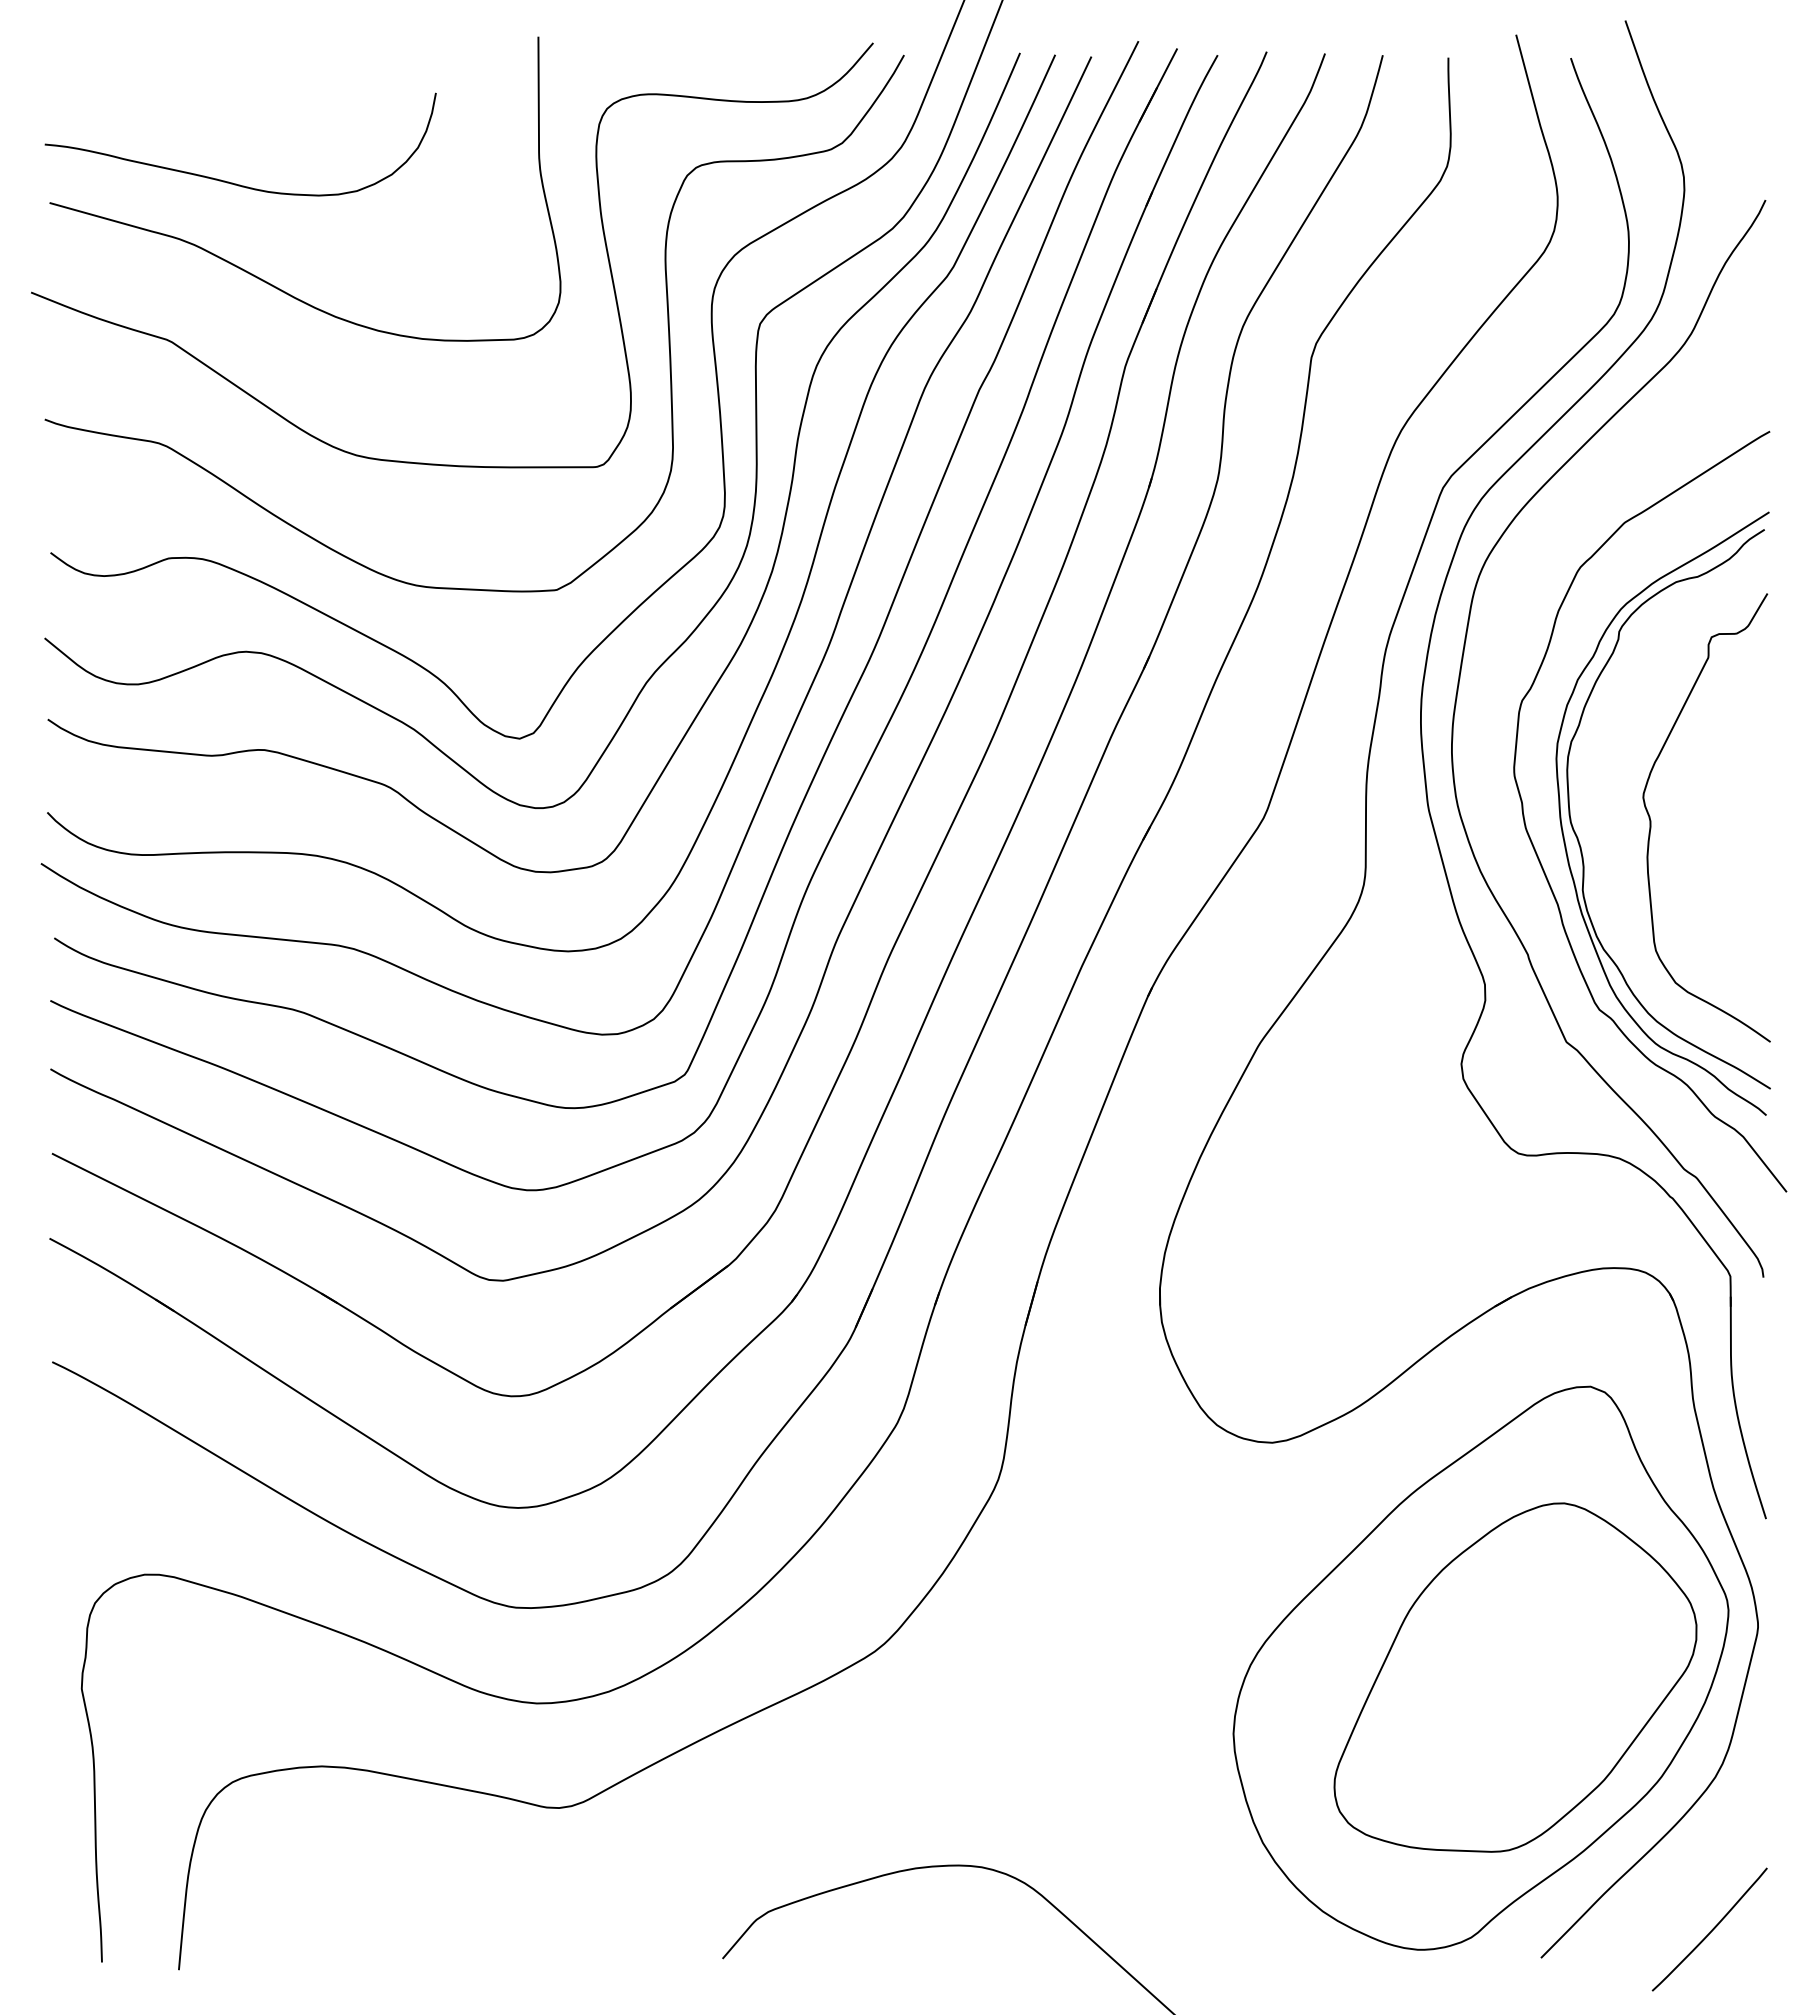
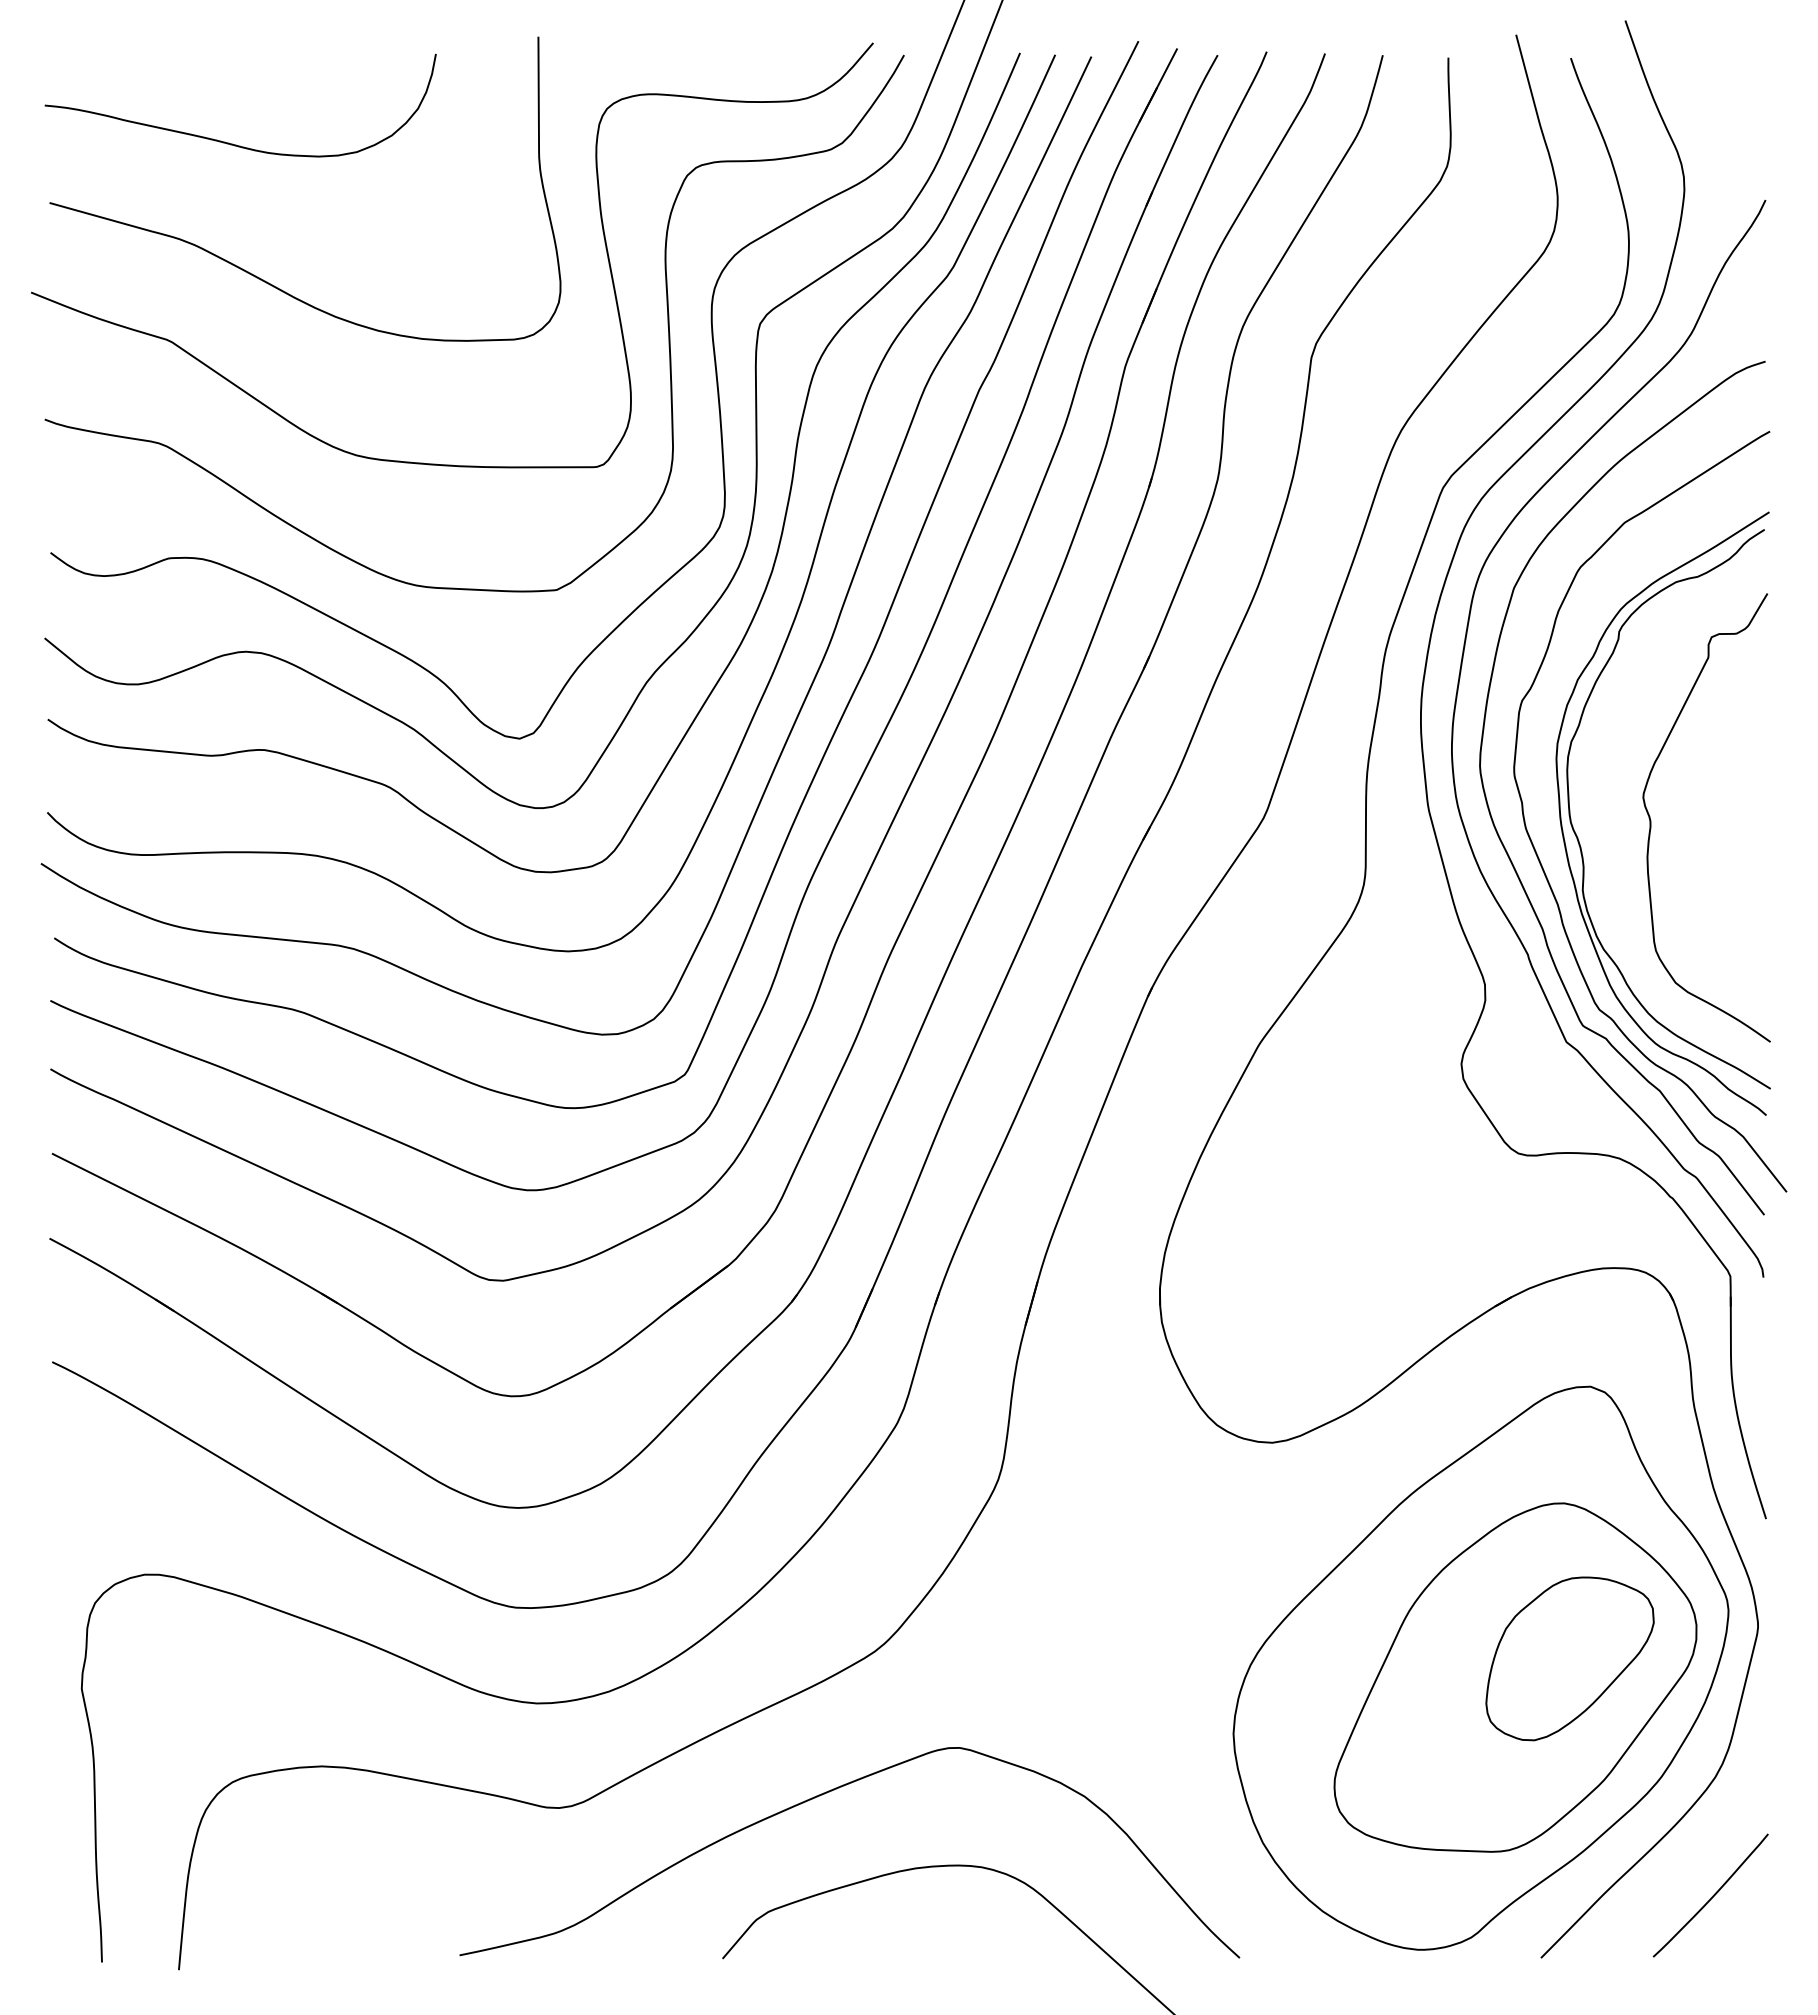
curve at (232, 182) position: (232, 182) -> (232, 143)
curve at (1505, 847): none -> present
part at (1569, 1658): none -> present
curve at (827, 1793): none -> present
curve at (1710, 1930) position: (1710, 1930) -> (1711, 1896)
